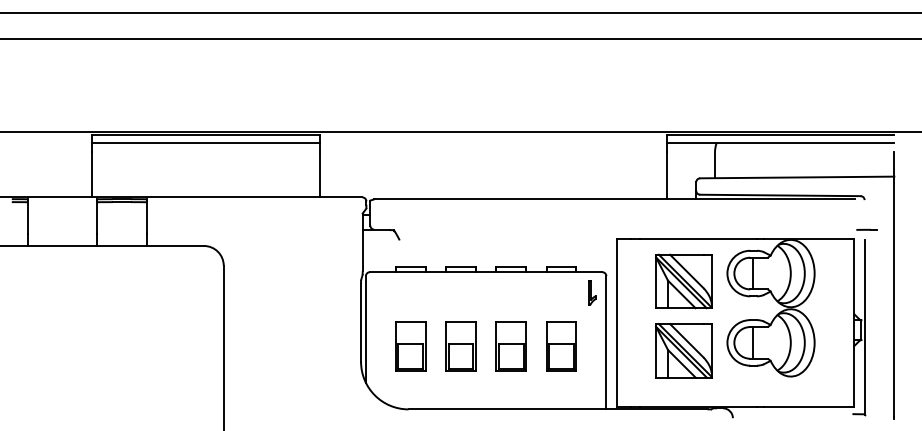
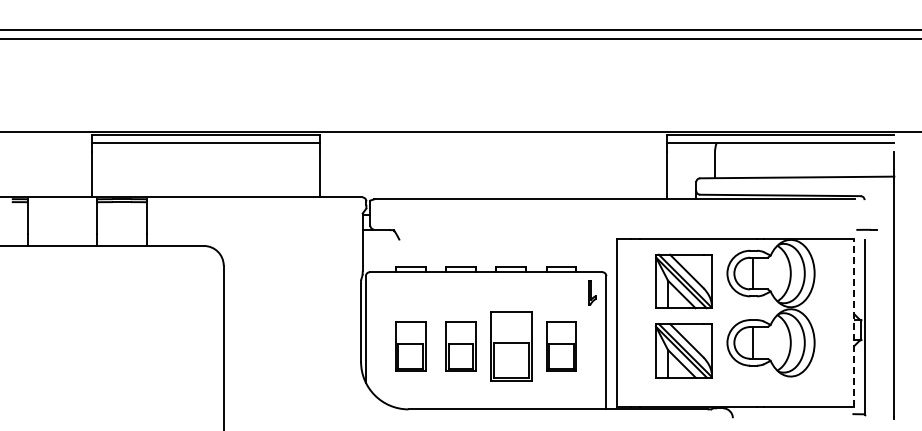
line at (460, 12) position: (460, 12) -> (460, 29)
line at (854, 322): solid -> dashed
part at (510, 346) size: 32x51 px -> 43x71 px
